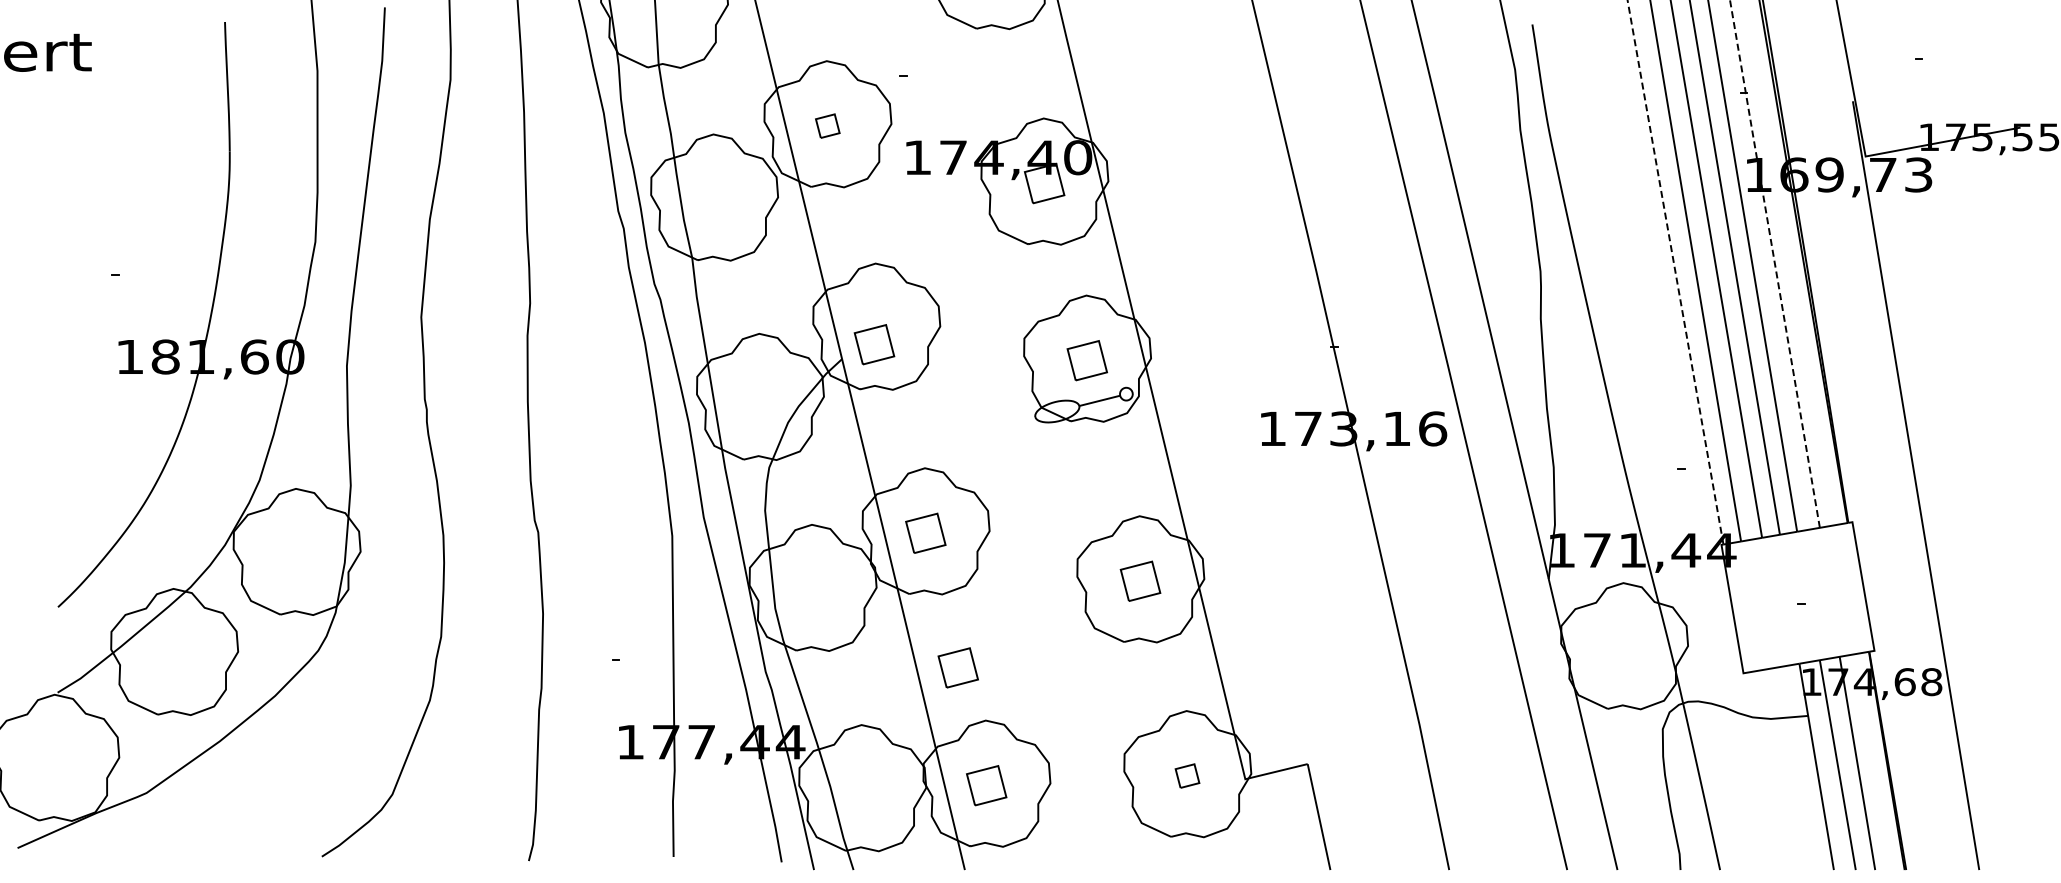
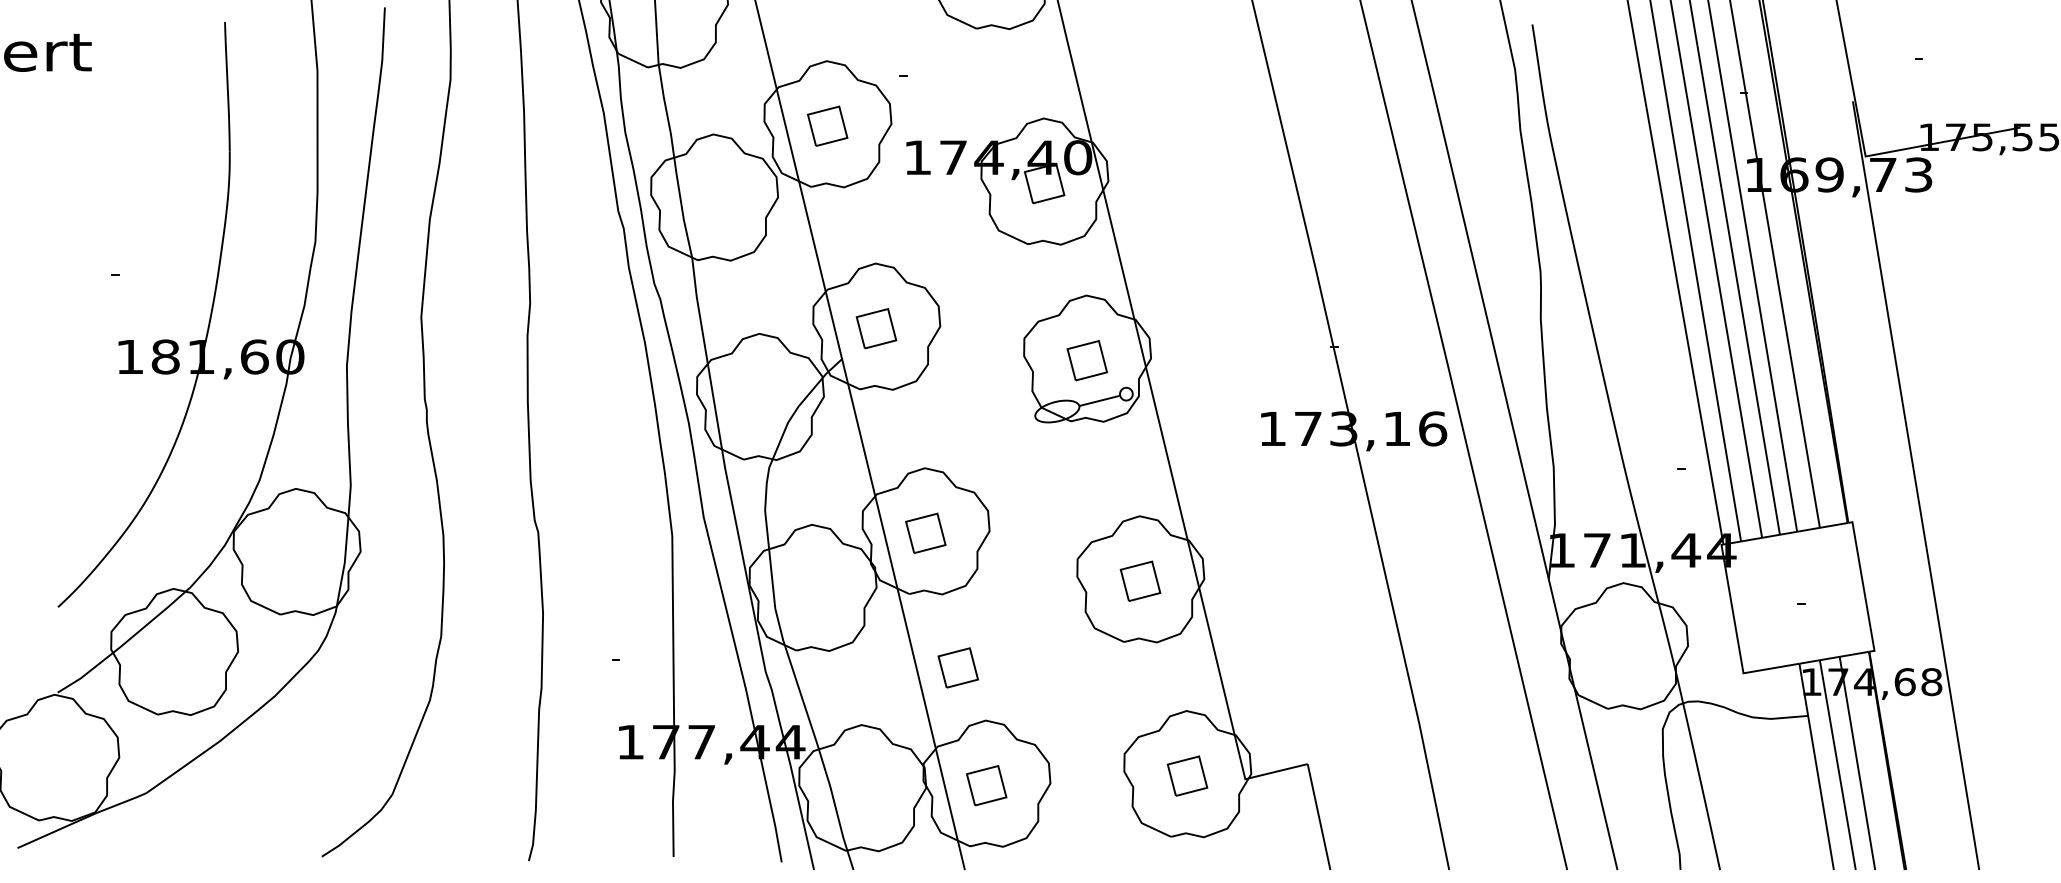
part at (827, 125) size: 26x26 px -> 42x42 px
line at (1774, 263): dashed -> solid
line at (1675, 271): dashed -> solid
part at (874, 344) position: (874, 344) -> (876, 328)
part at (1187, 775) size: 27x26 px -> 43x42 px
